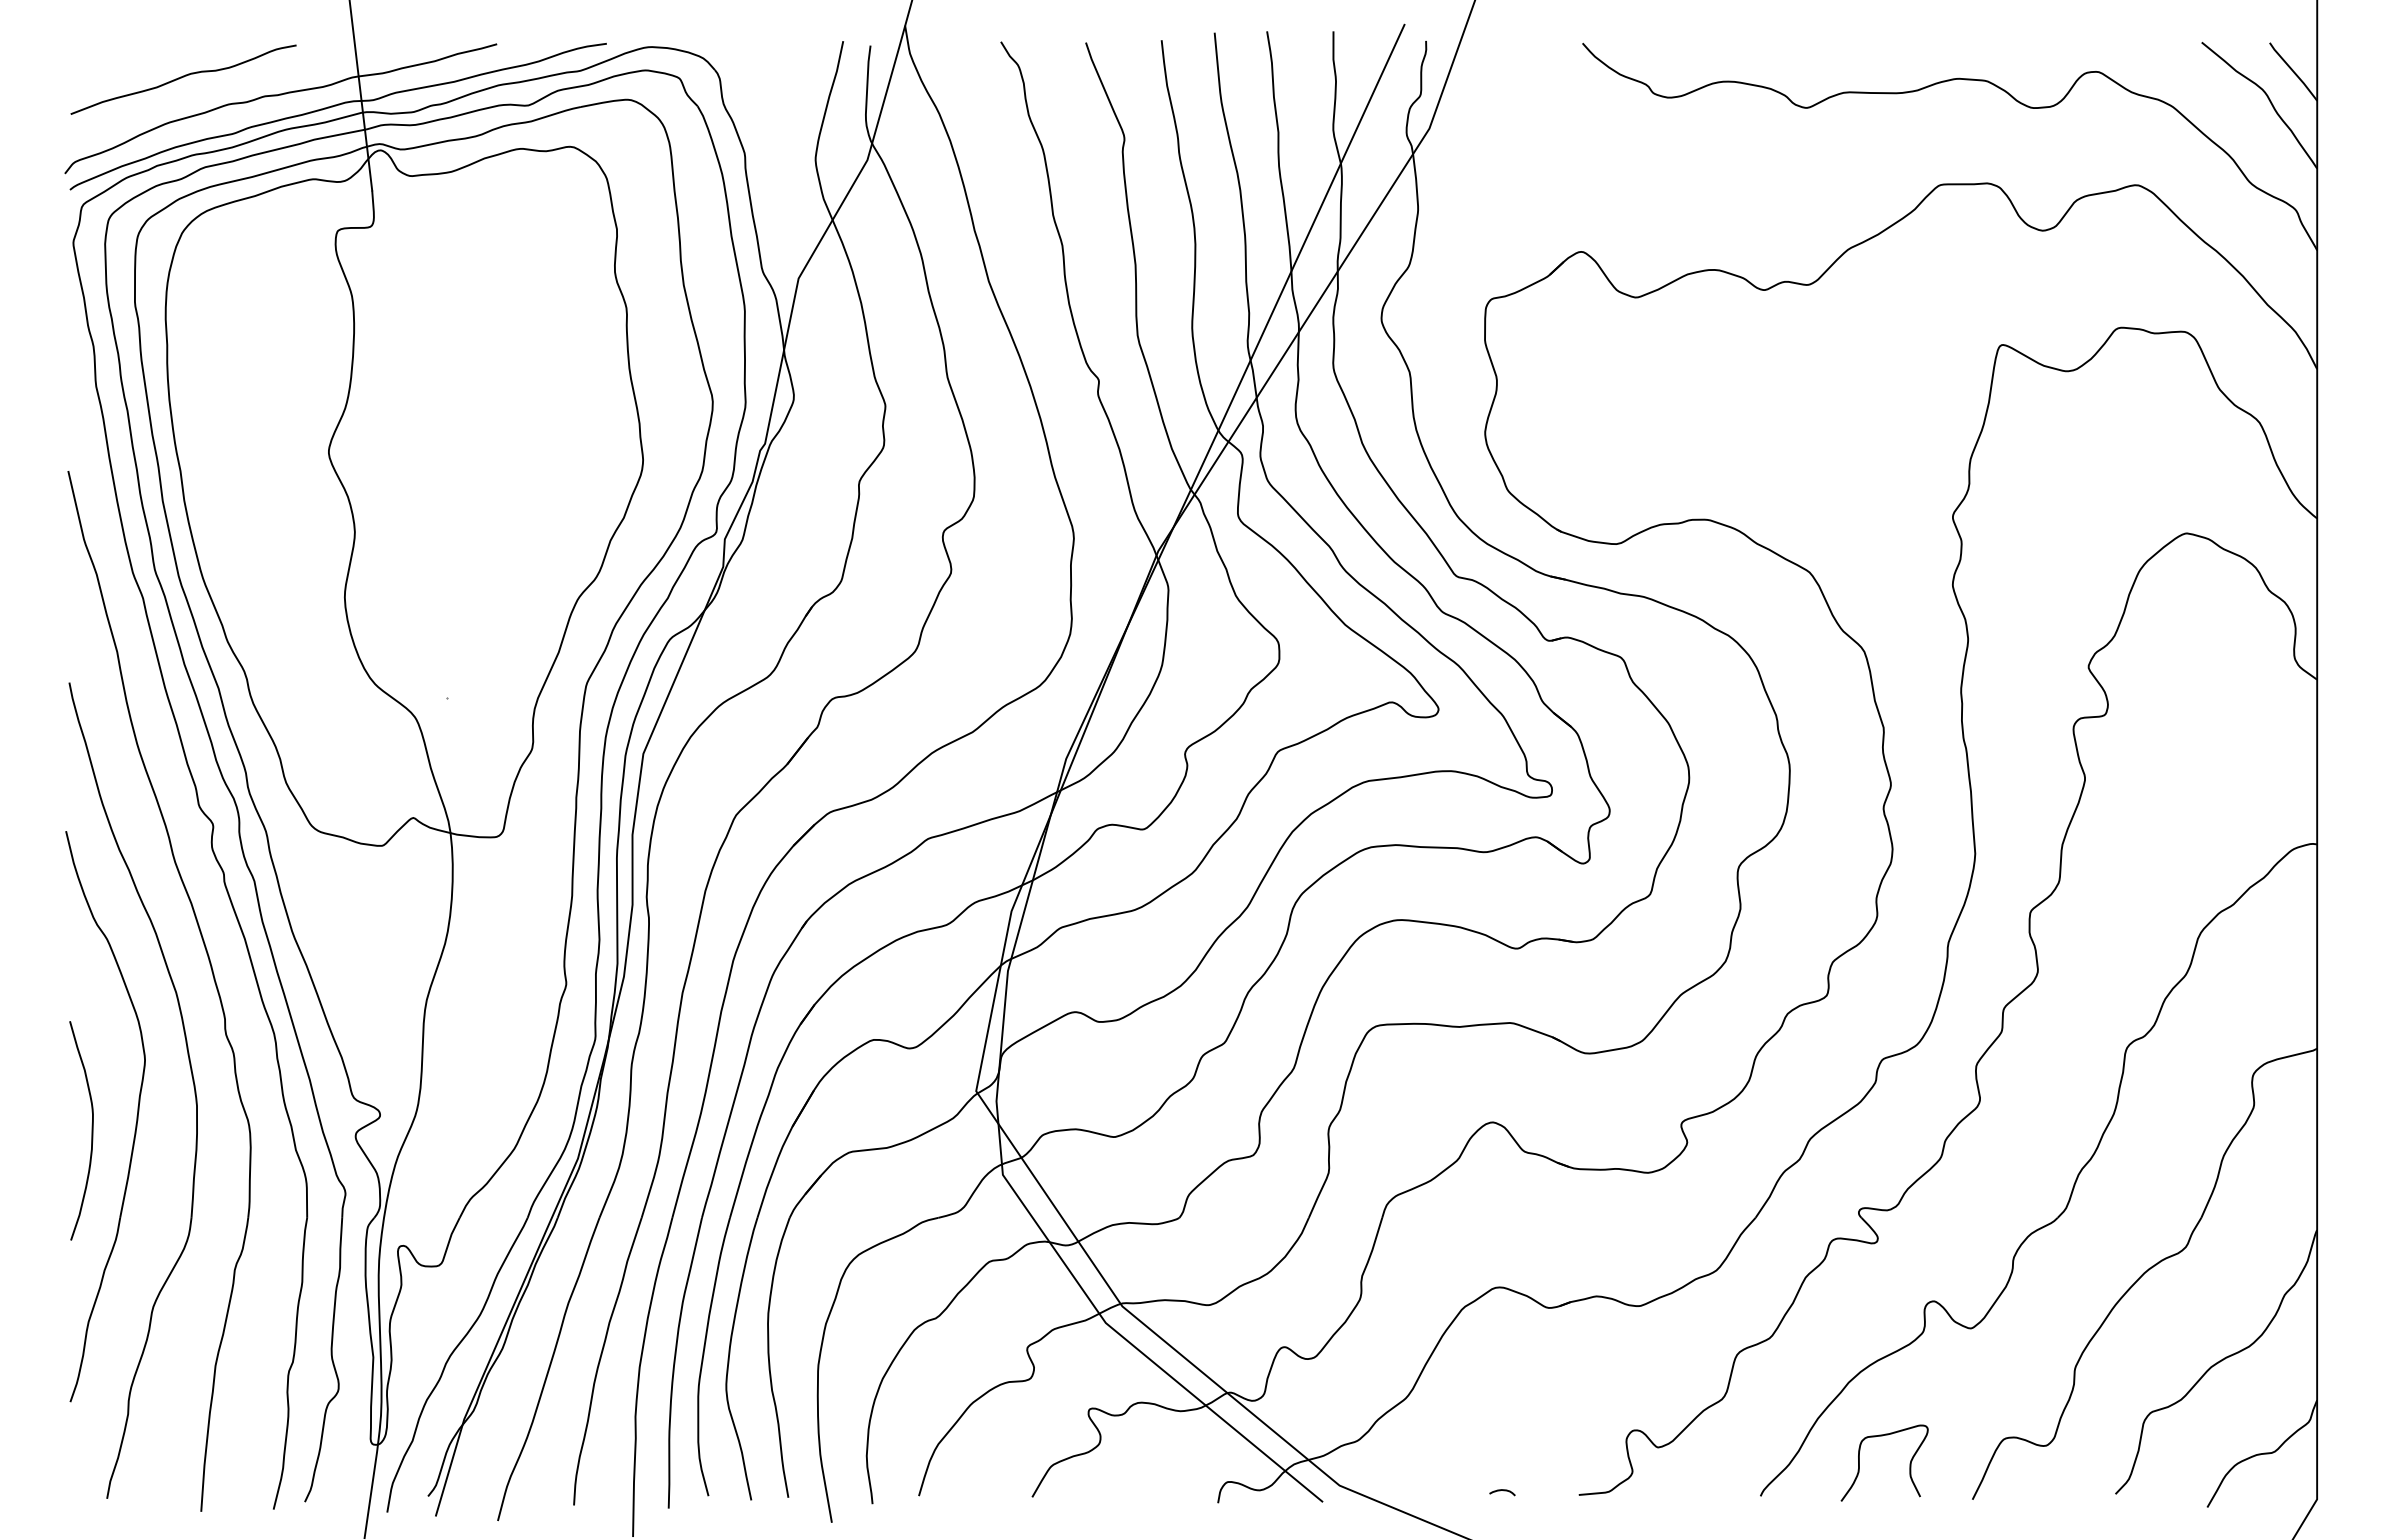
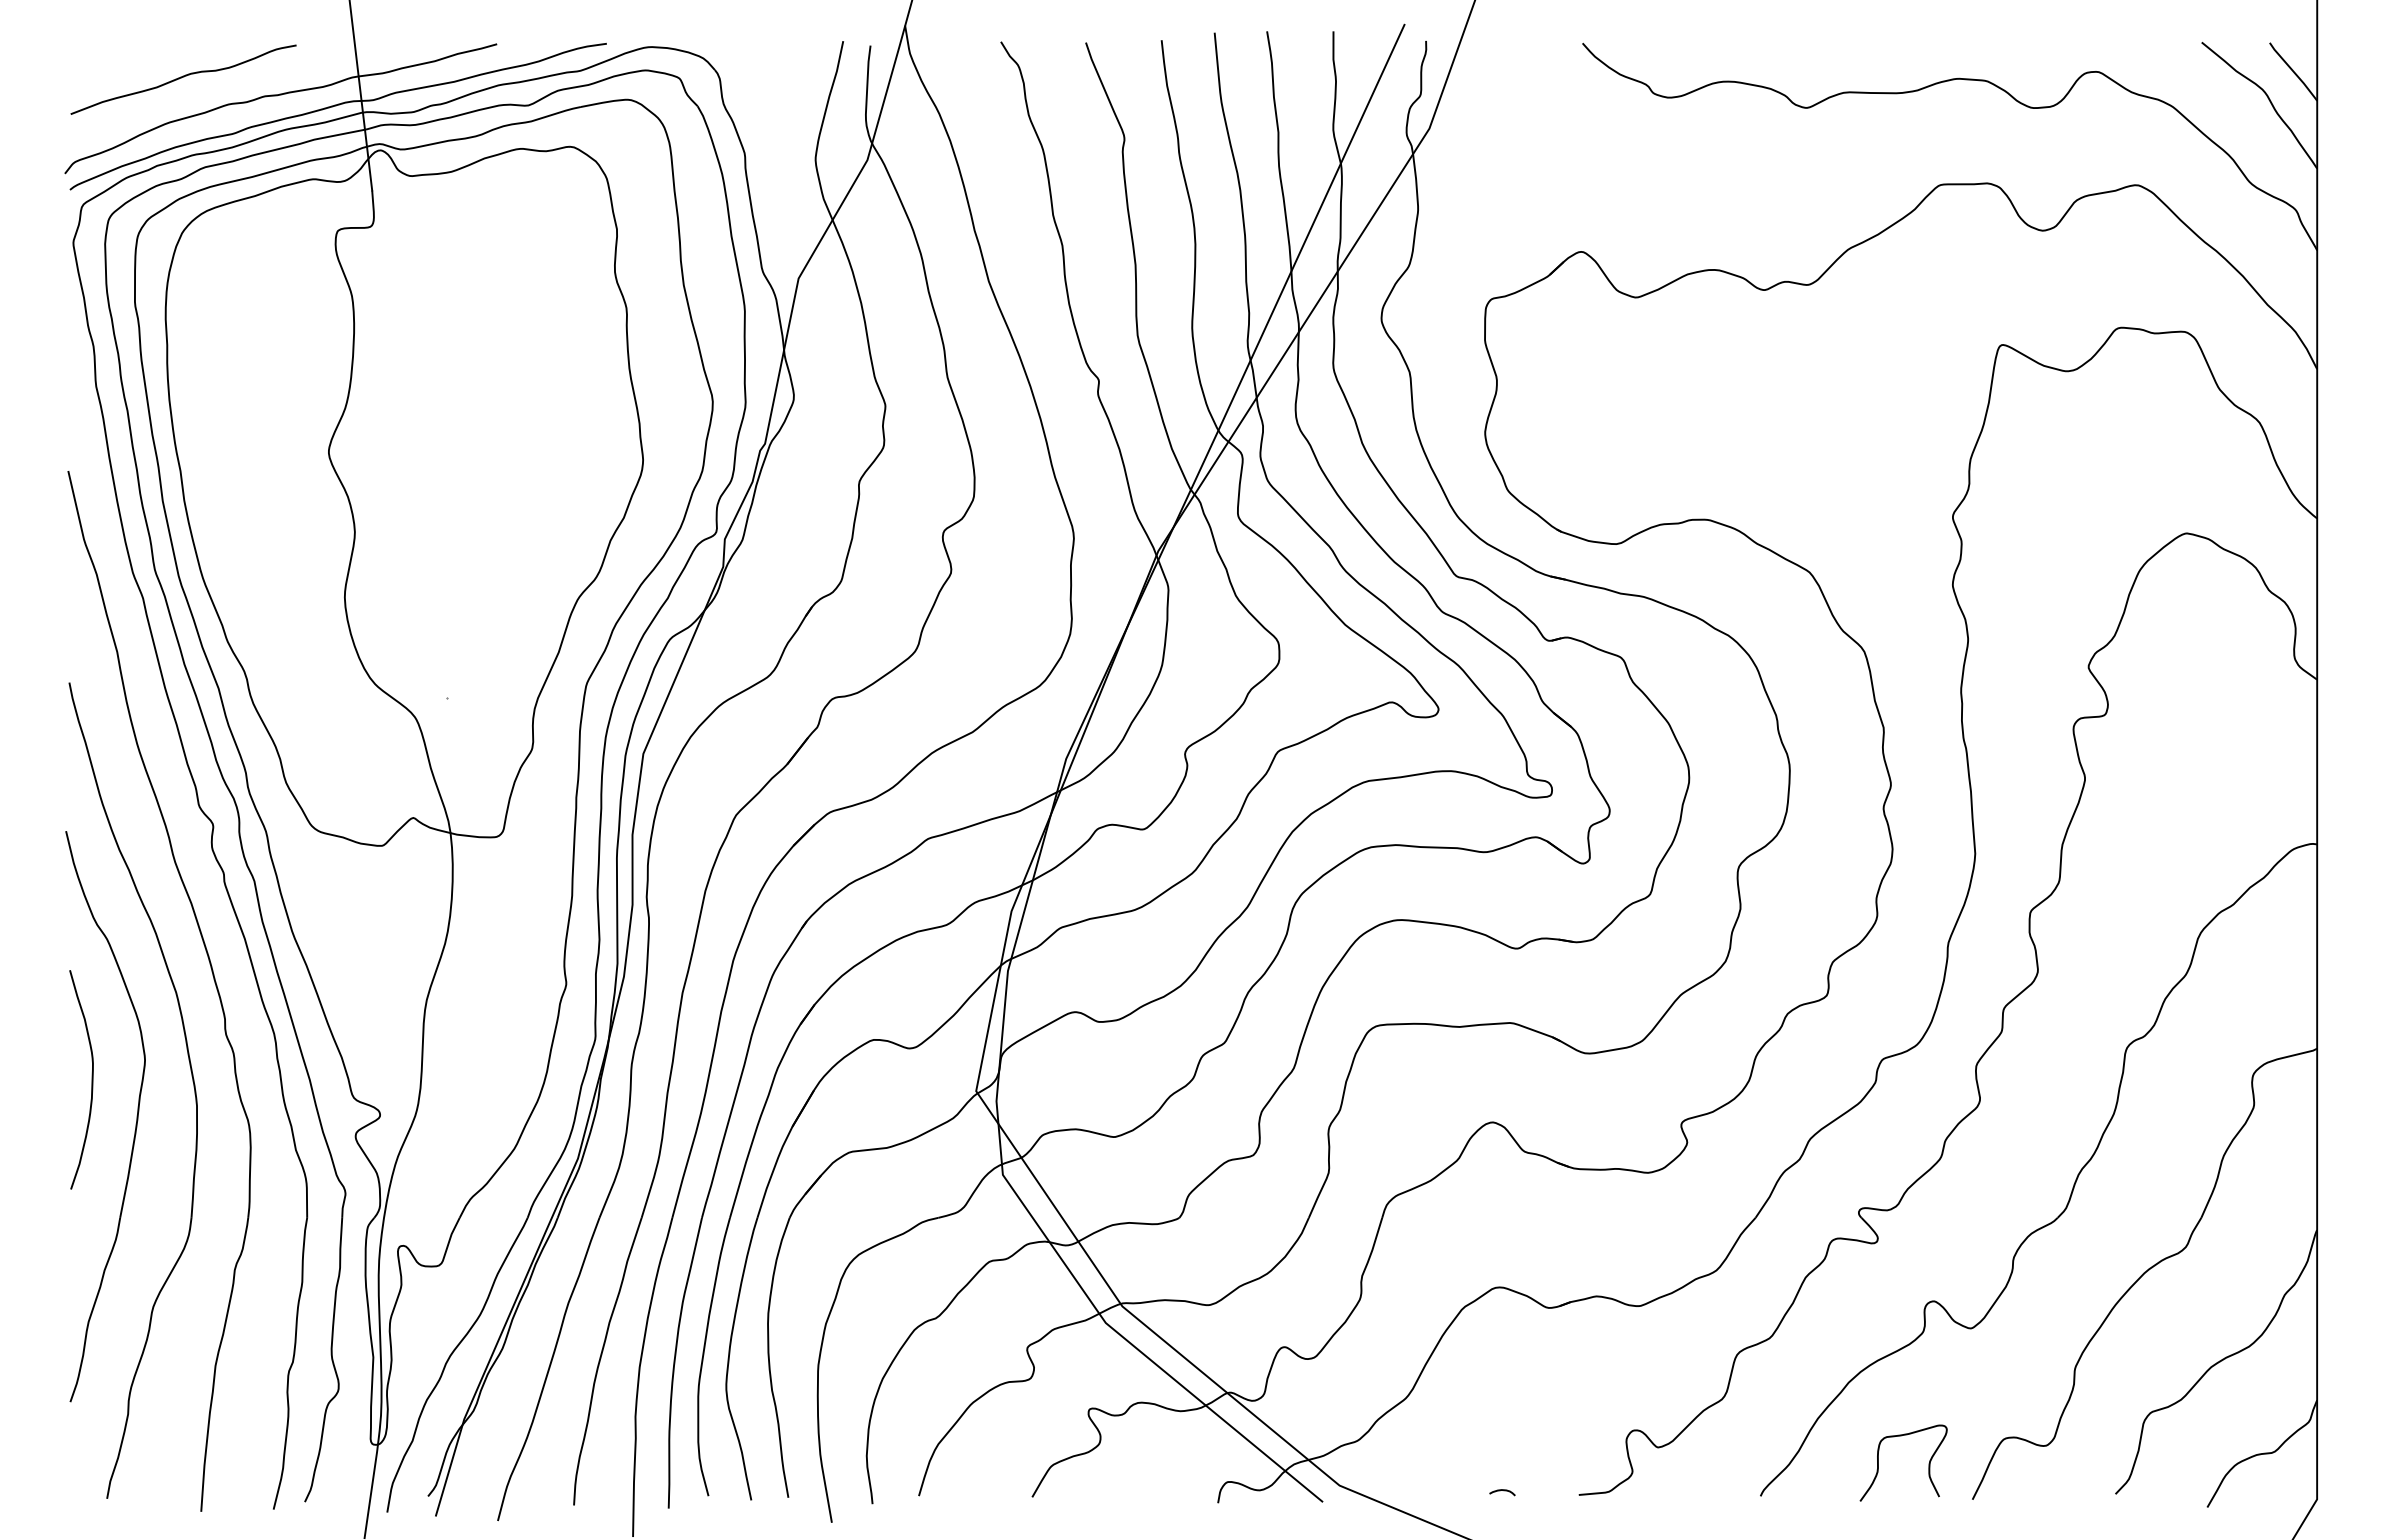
curve at (91, 1130) position: (91, 1130) -> (91, 1079)
curve at (1859, 1462) position: (1859, 1462) -> (1878, 1462)
